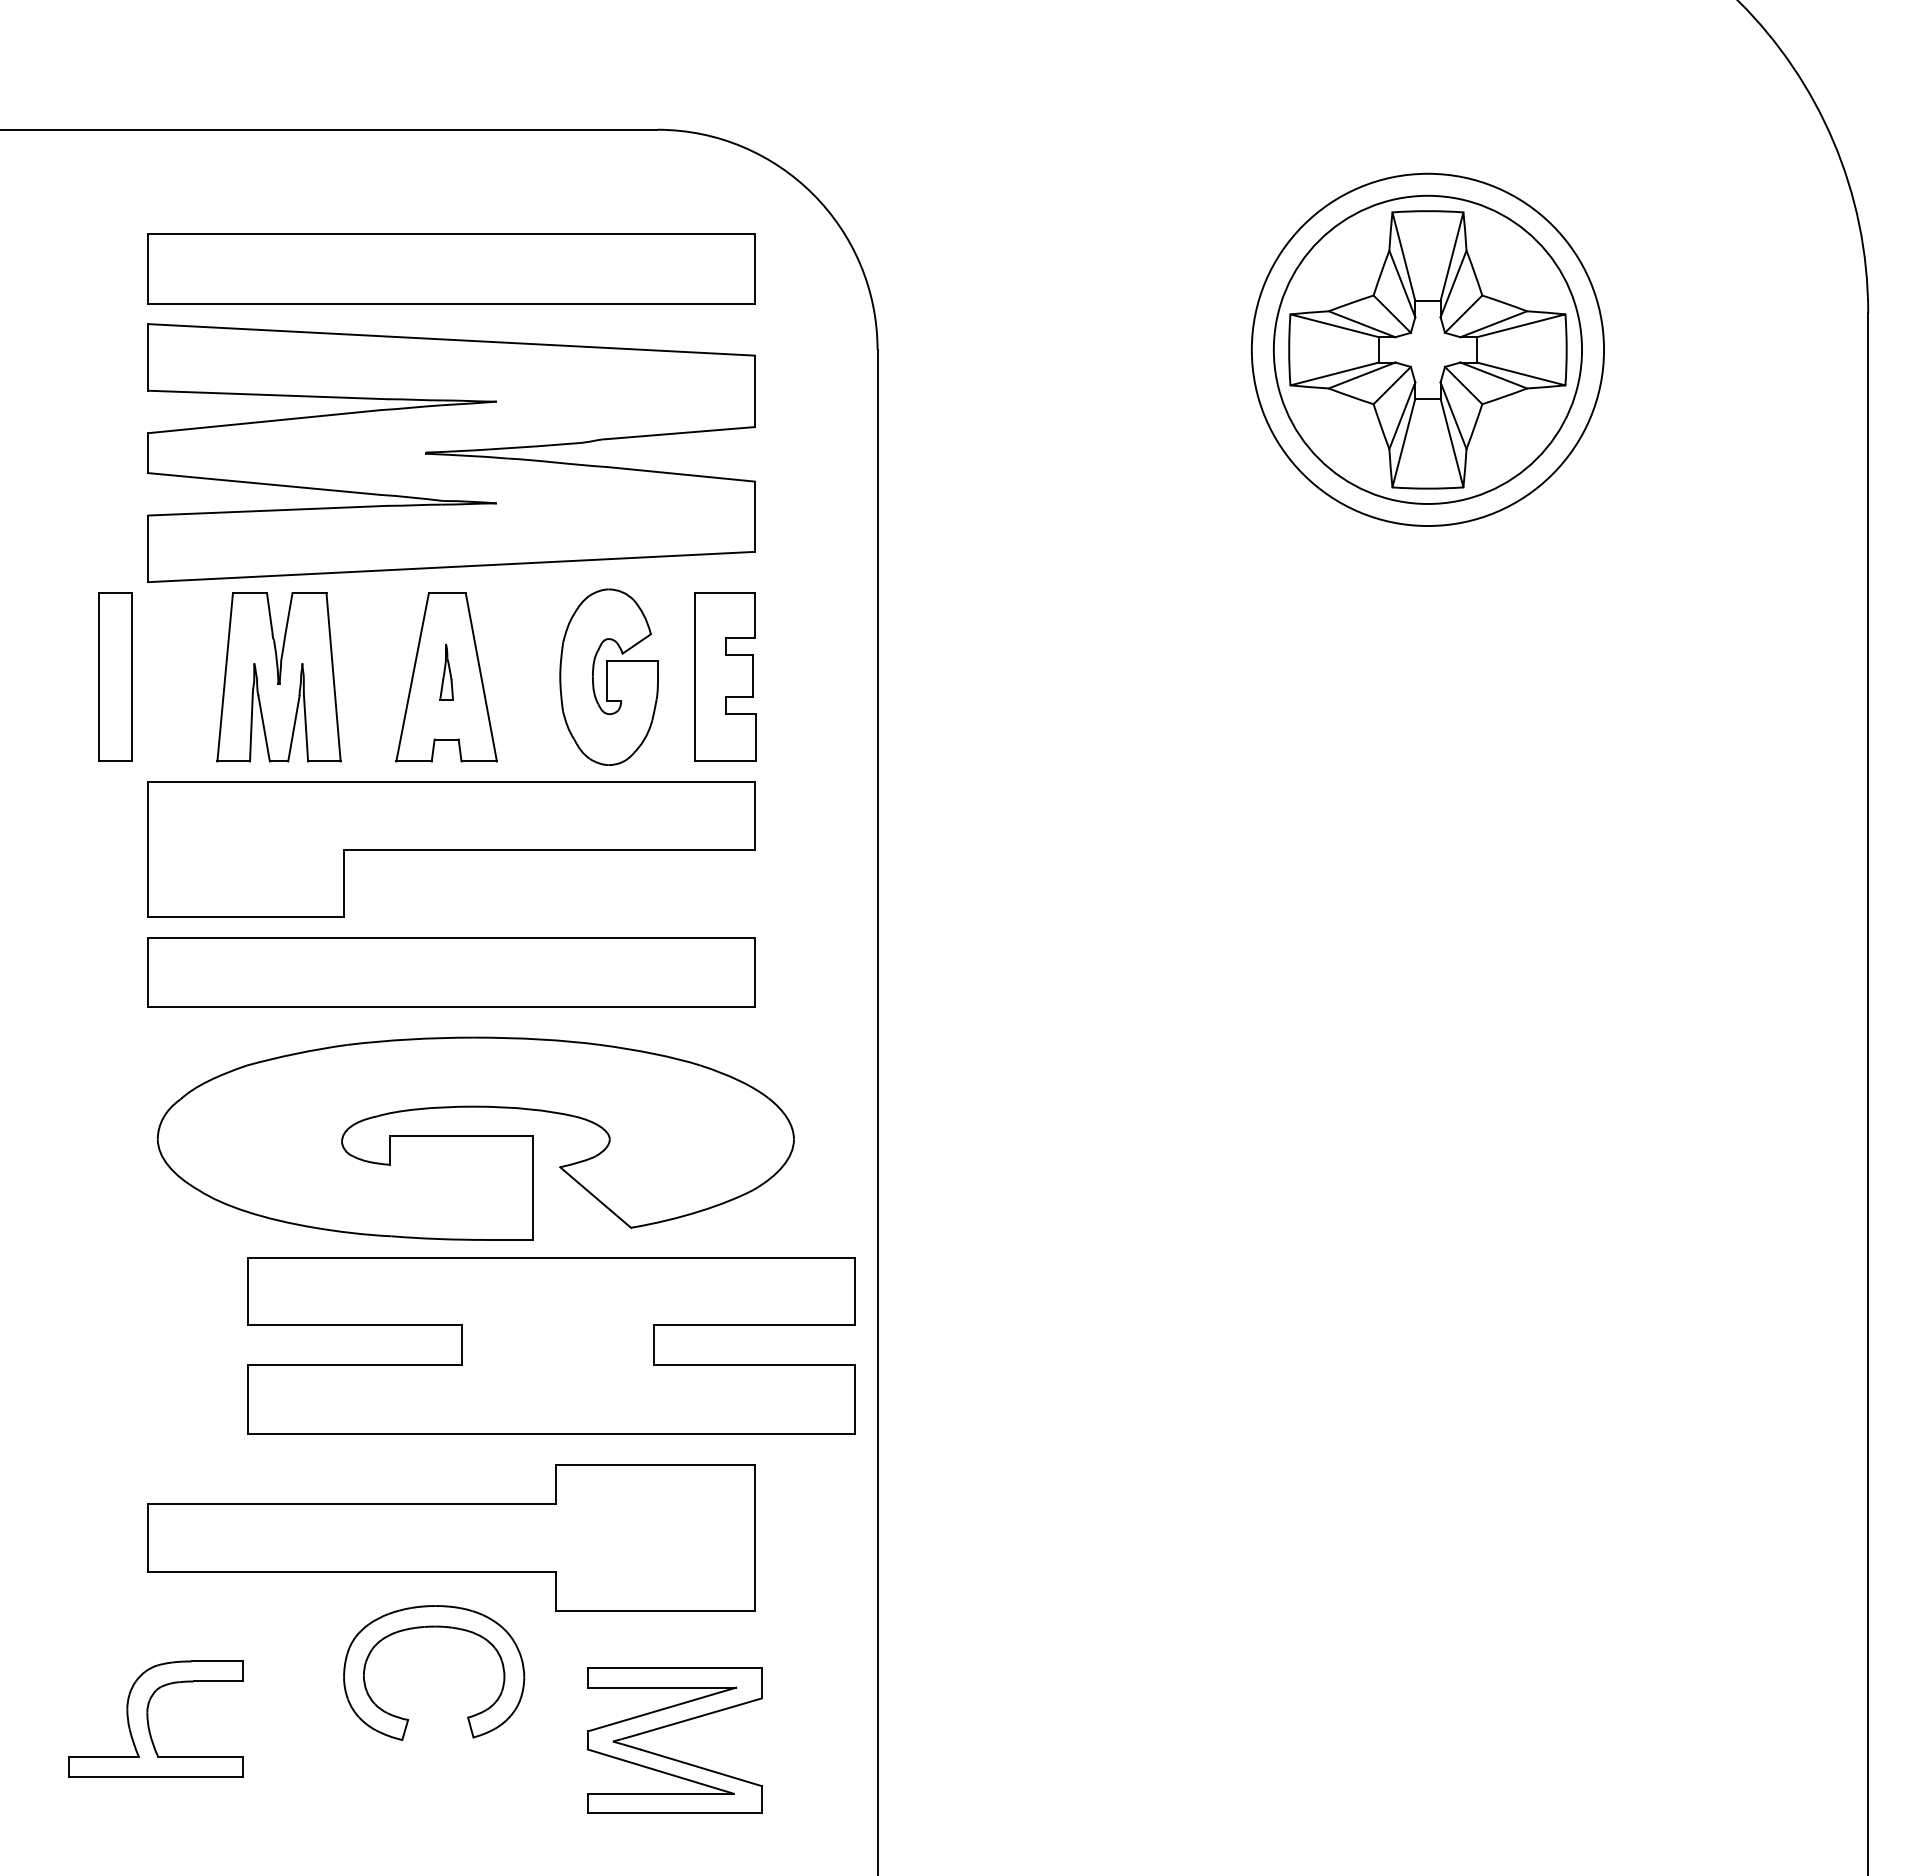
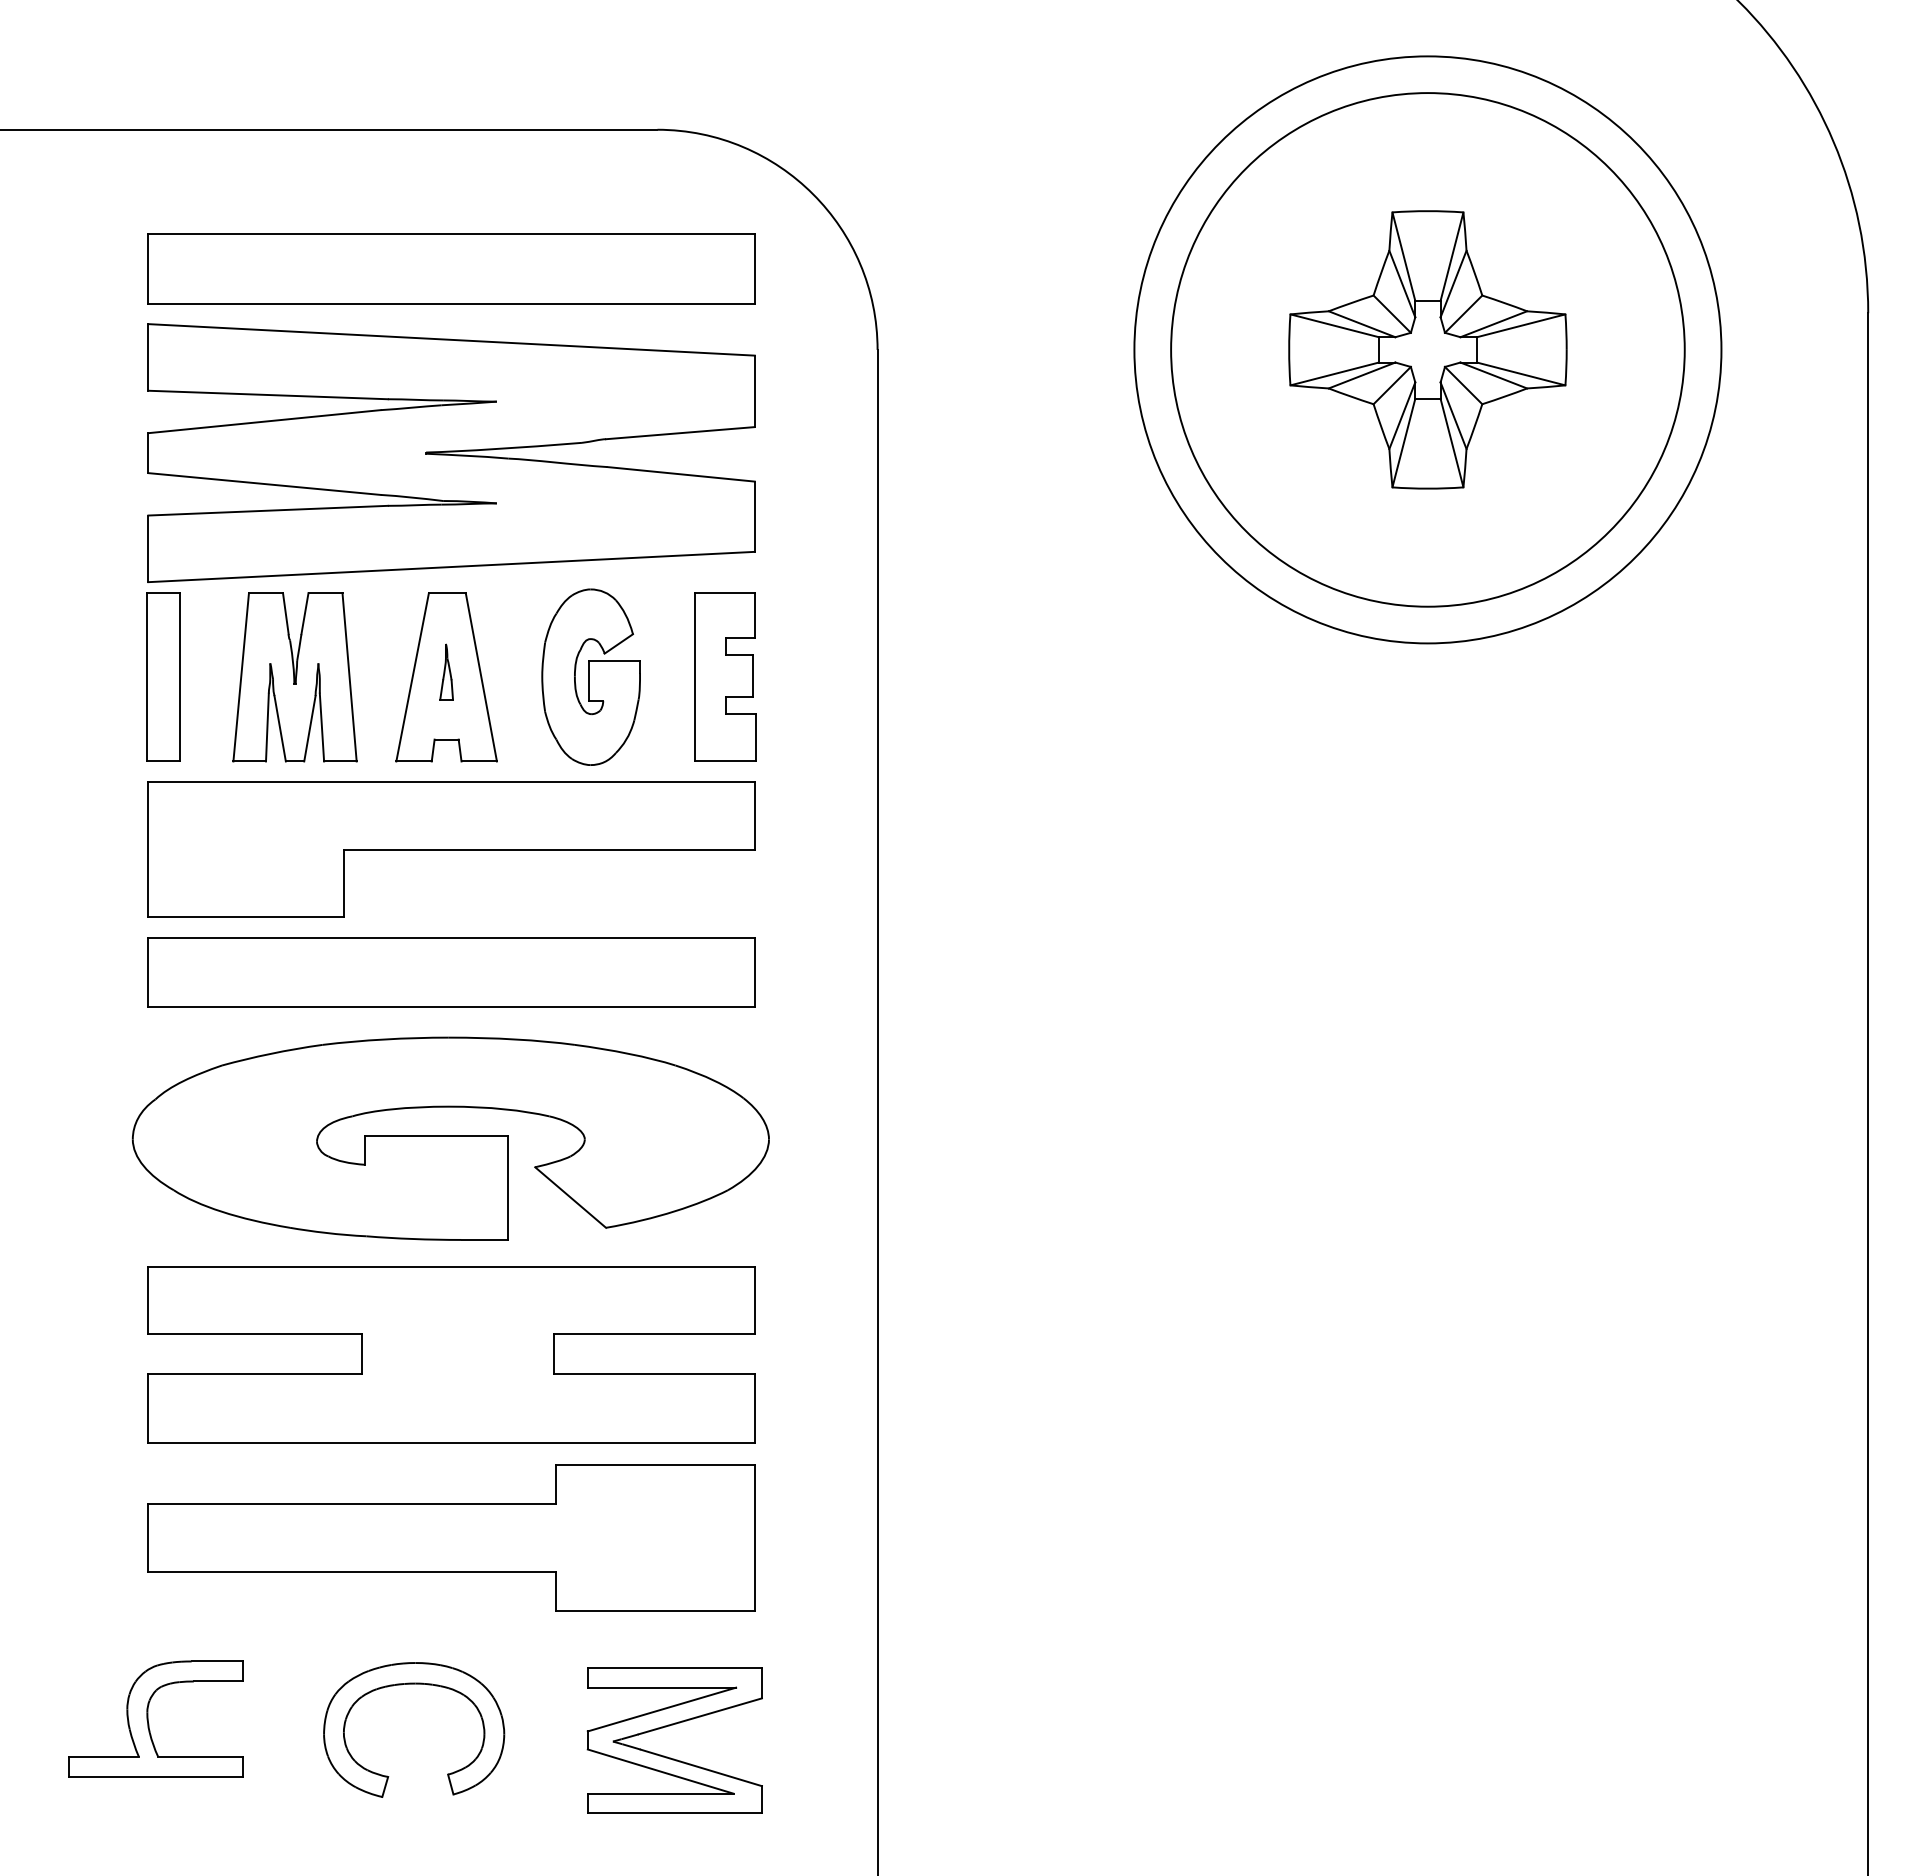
circle at (1427, 349) diameter: 308 px -> 514 px
circle at (1427, 349) diameter: 352 px -> 587 px
part at (115, 676) position: (115, 676) -> (163, 676)
part at (608, 676) position: (608, 676) -> (590, 676)
part at (278, 677) position: (278, 677) -> (294, 677)
part at (475, 1138) position: (475, 1138) -> (450, 1138)
part at (551, 1345) position: (551, 1345) -> (451, 1354)
part at (434, 1627) position: (434, 1627) -> (414, 1684)
